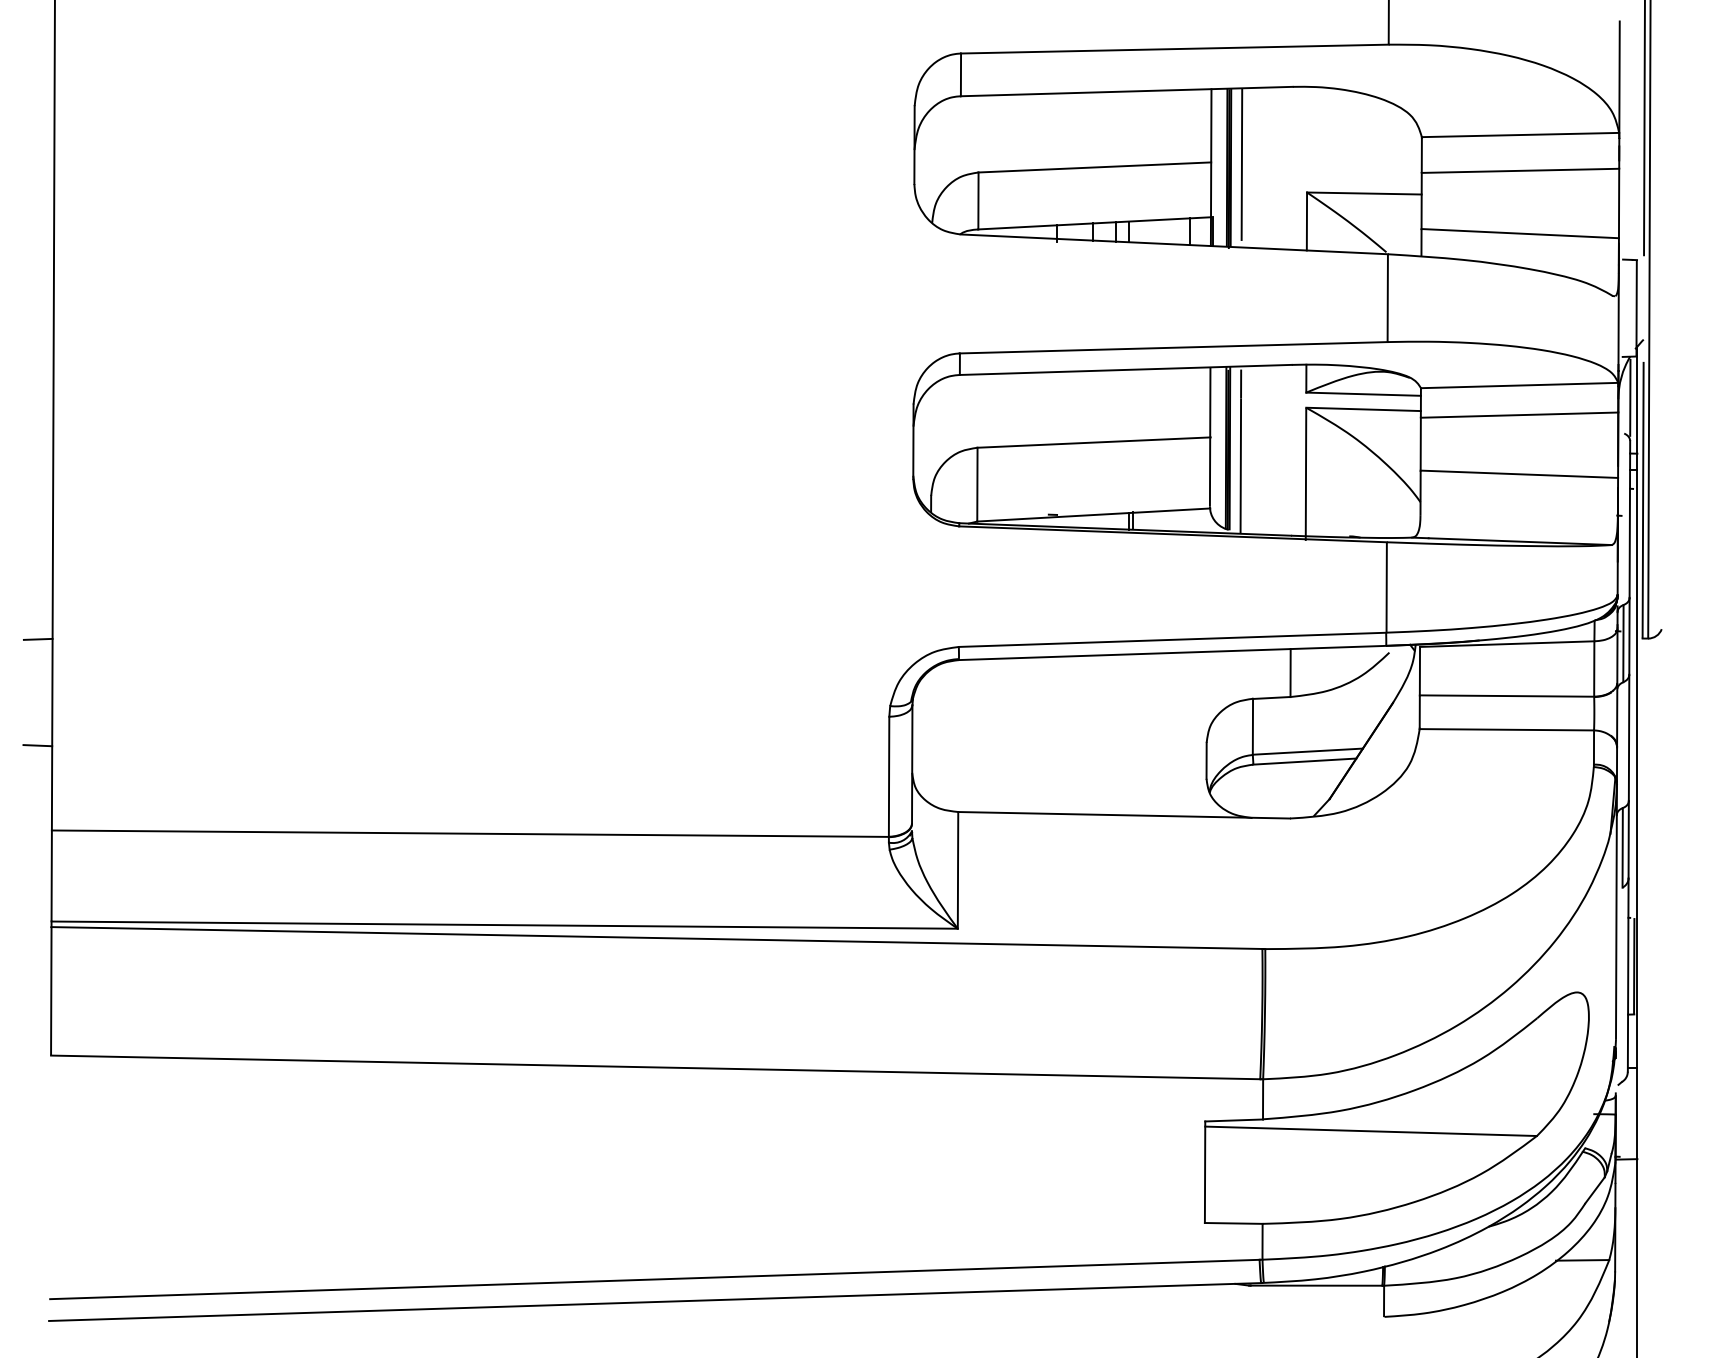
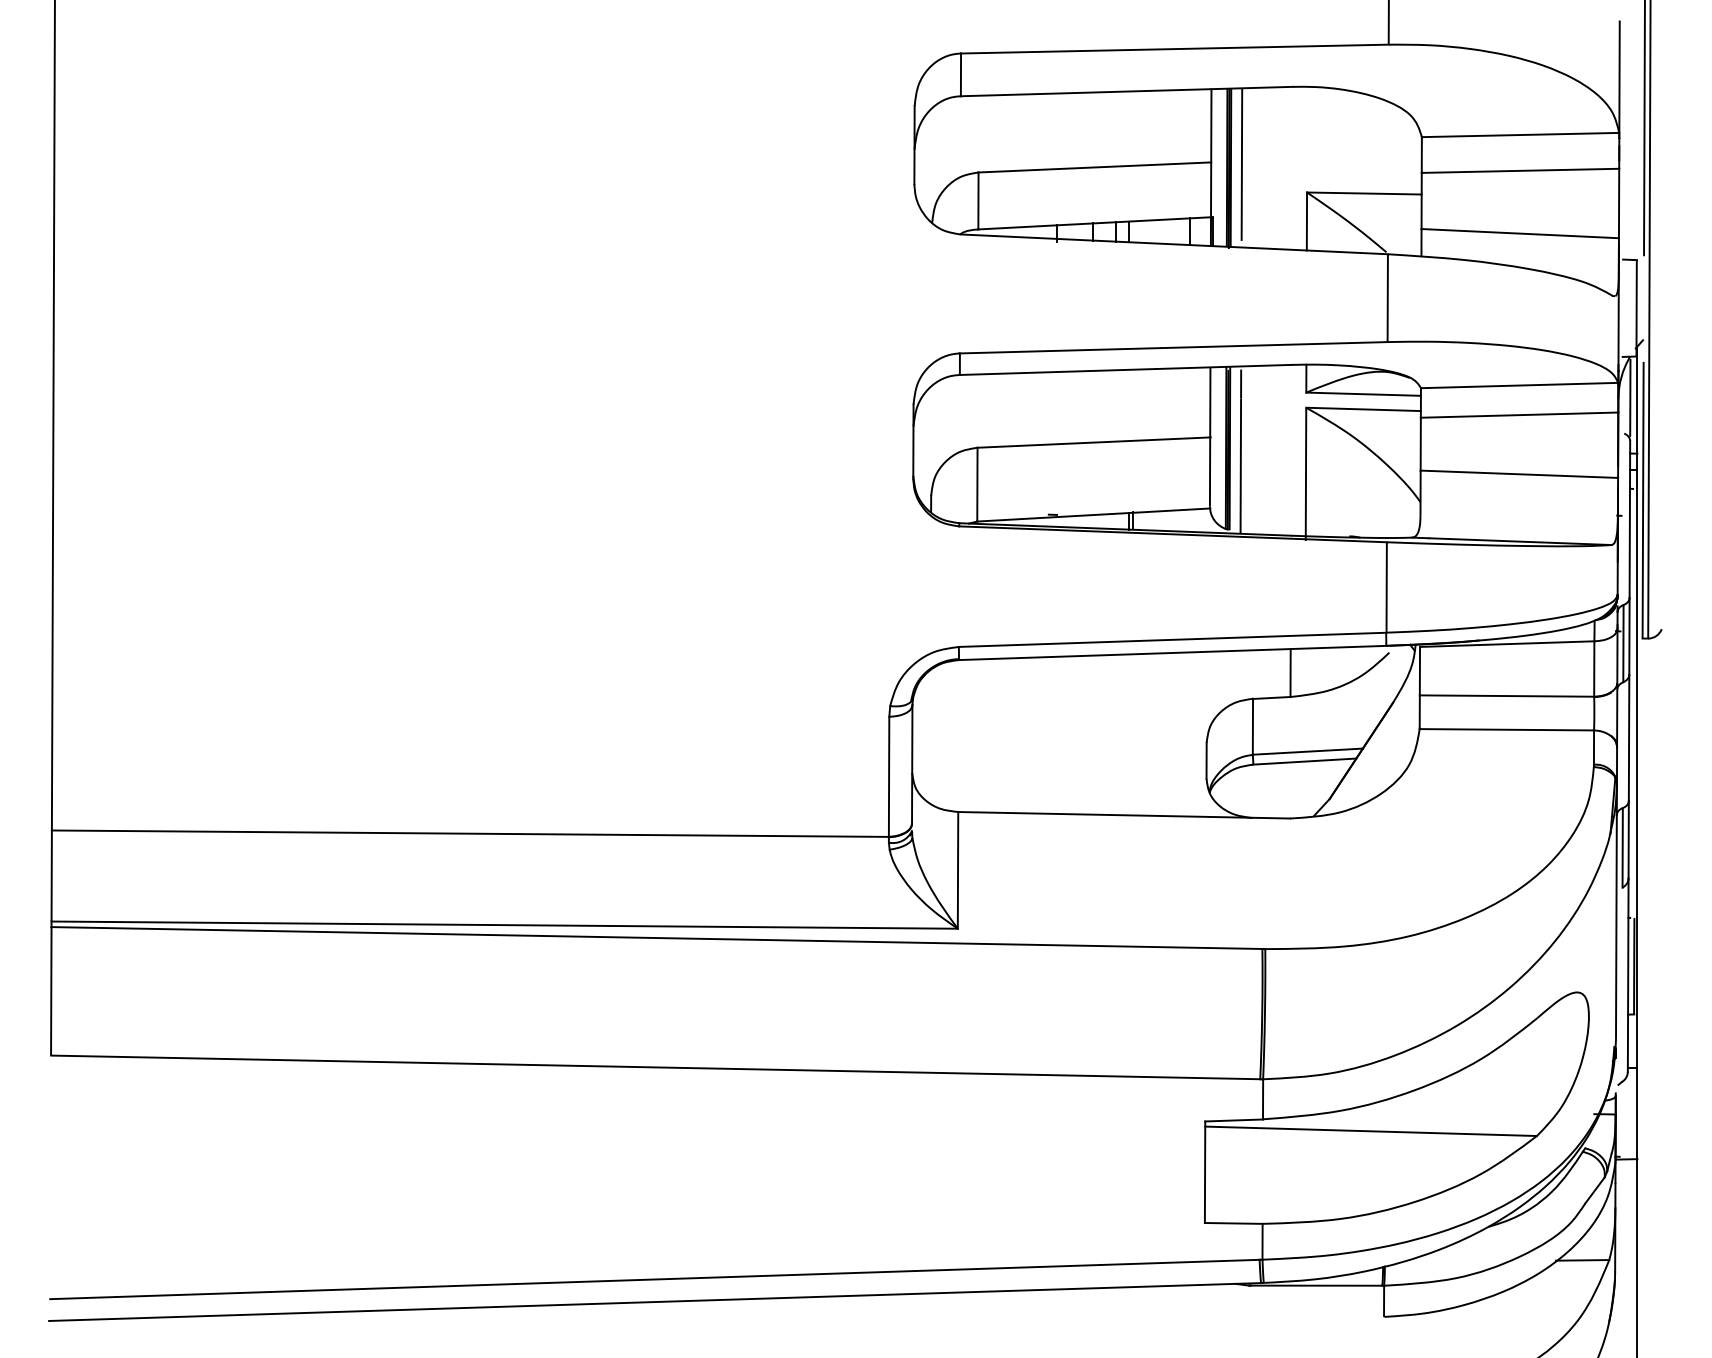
line at (37, 638): present -> none
line at (37, 745): present -> none
